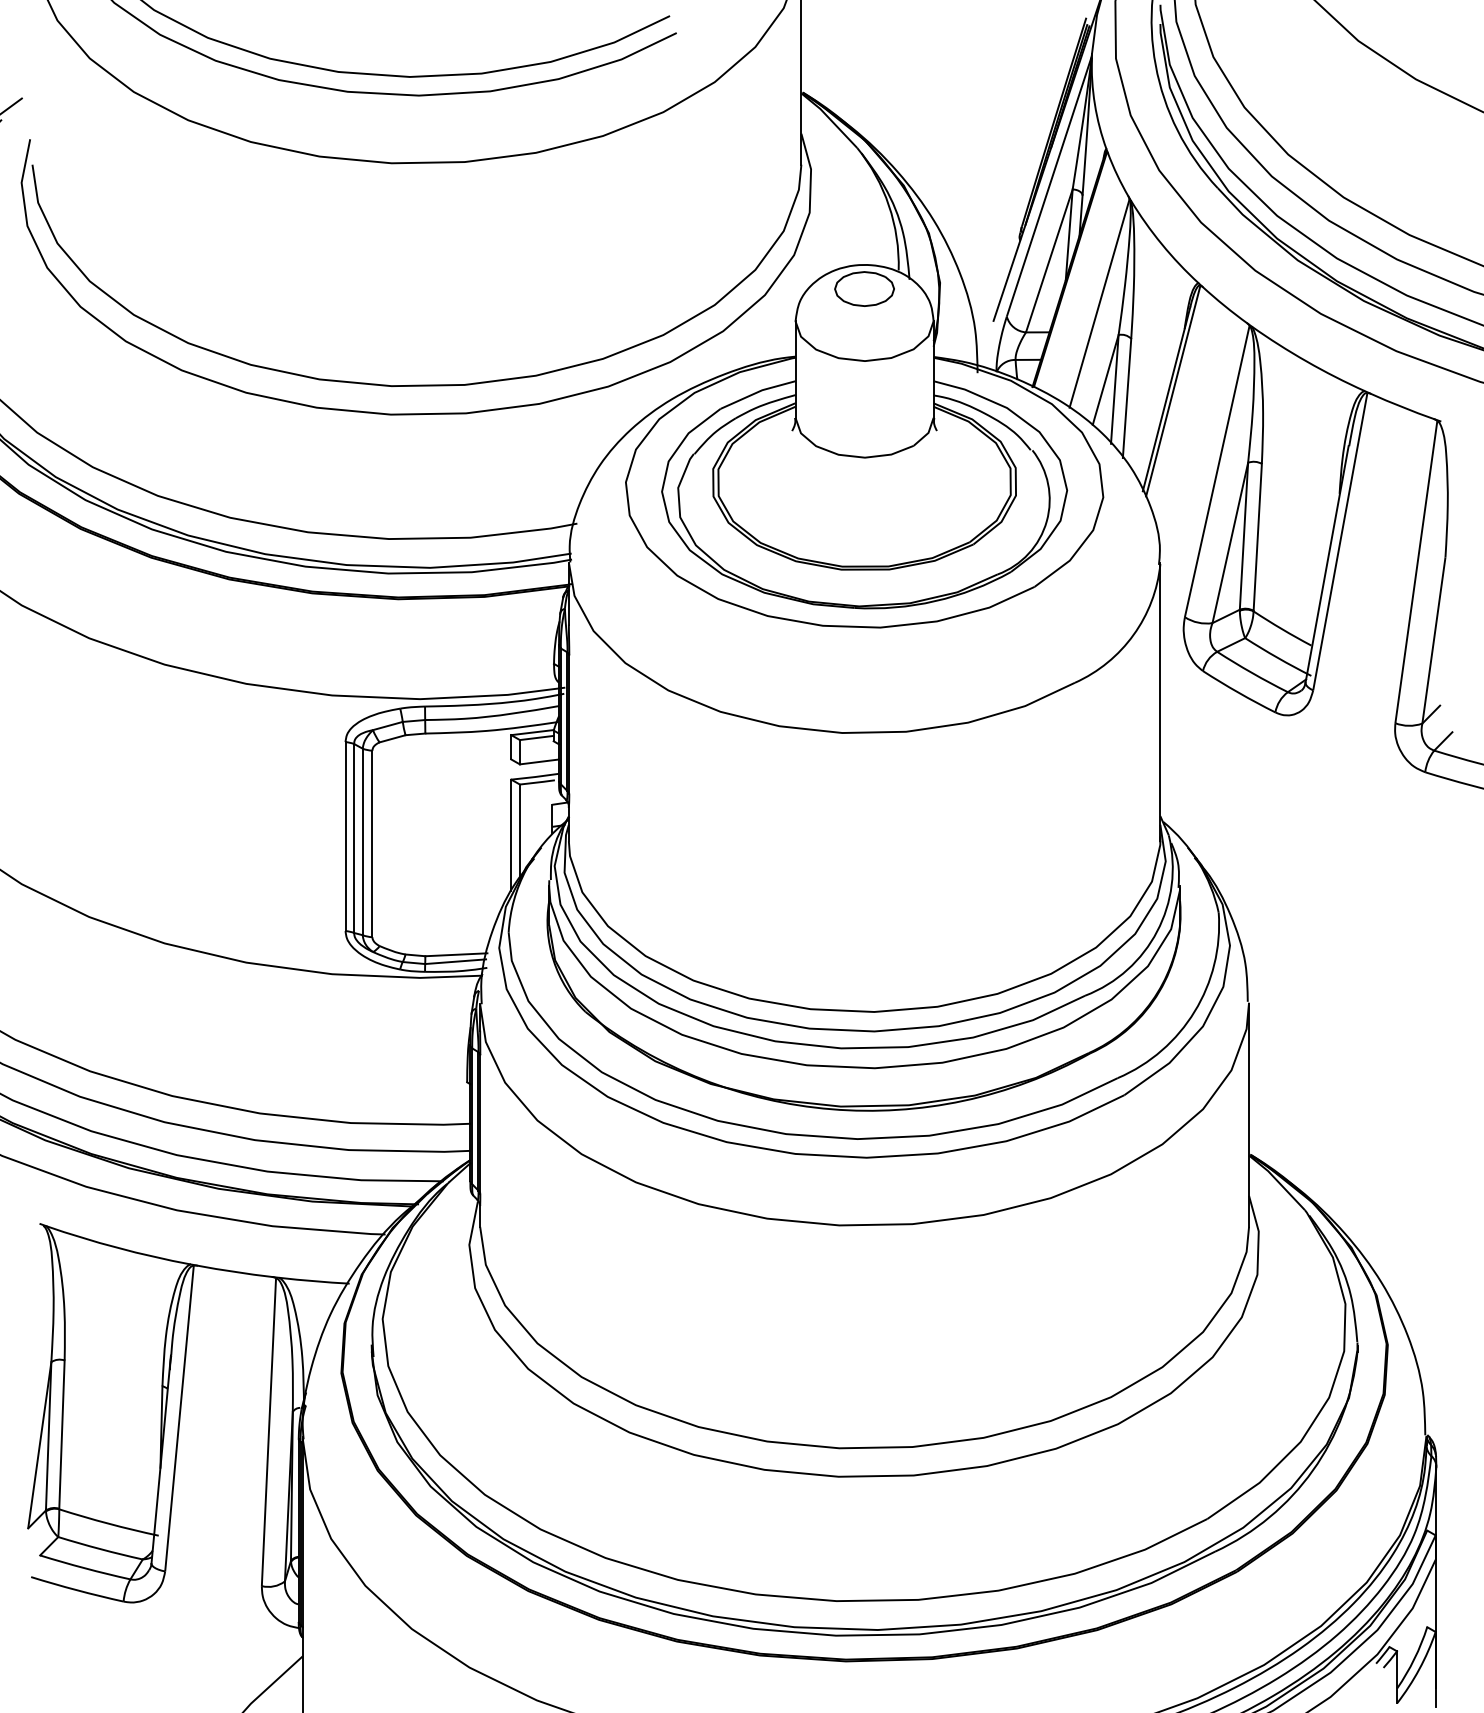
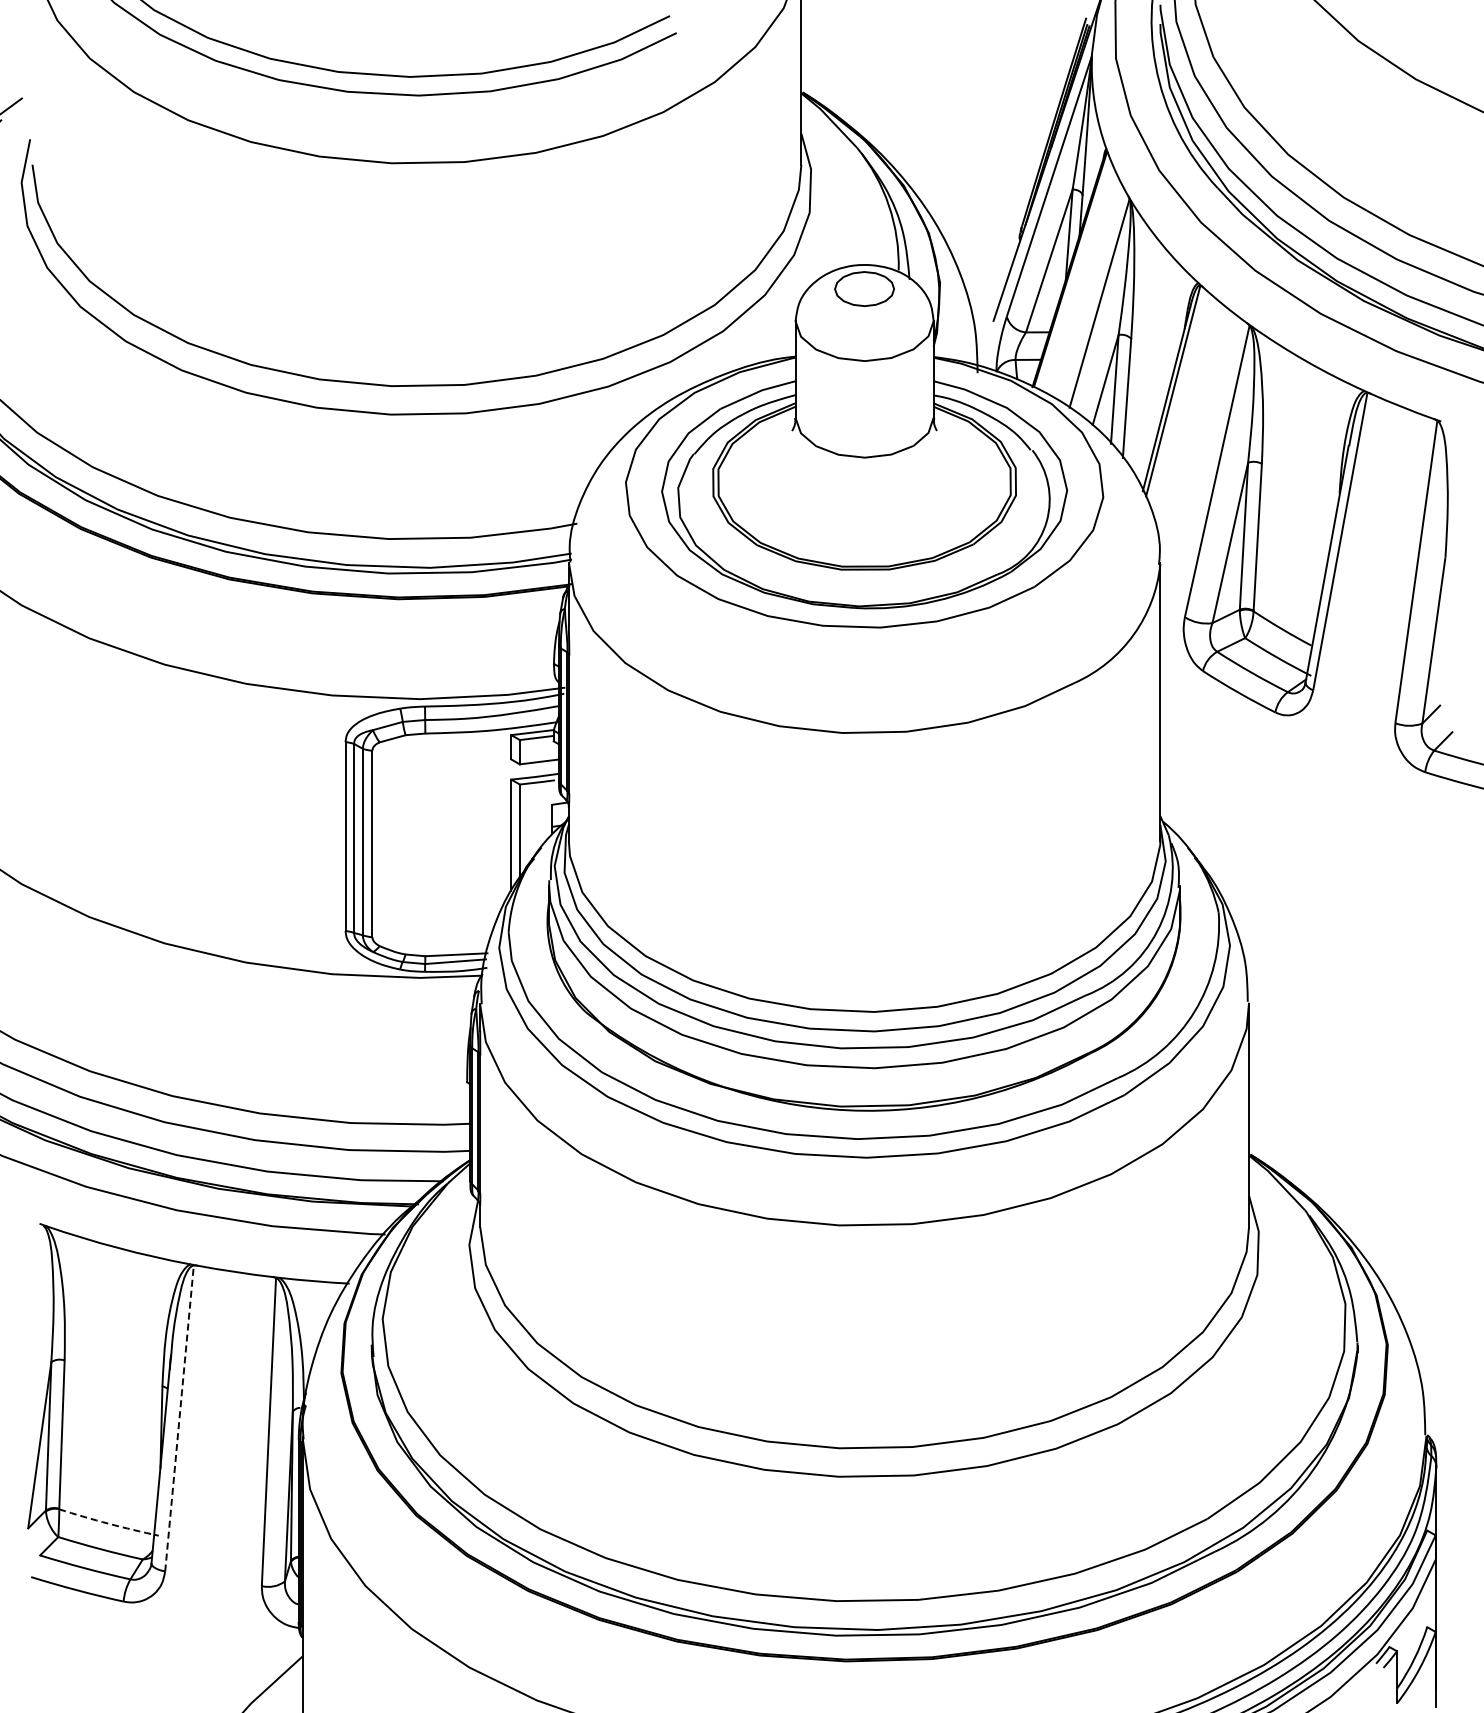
line at (179, 1418): solid -> dashed
arc at (108, 1523): solid -> dashed
